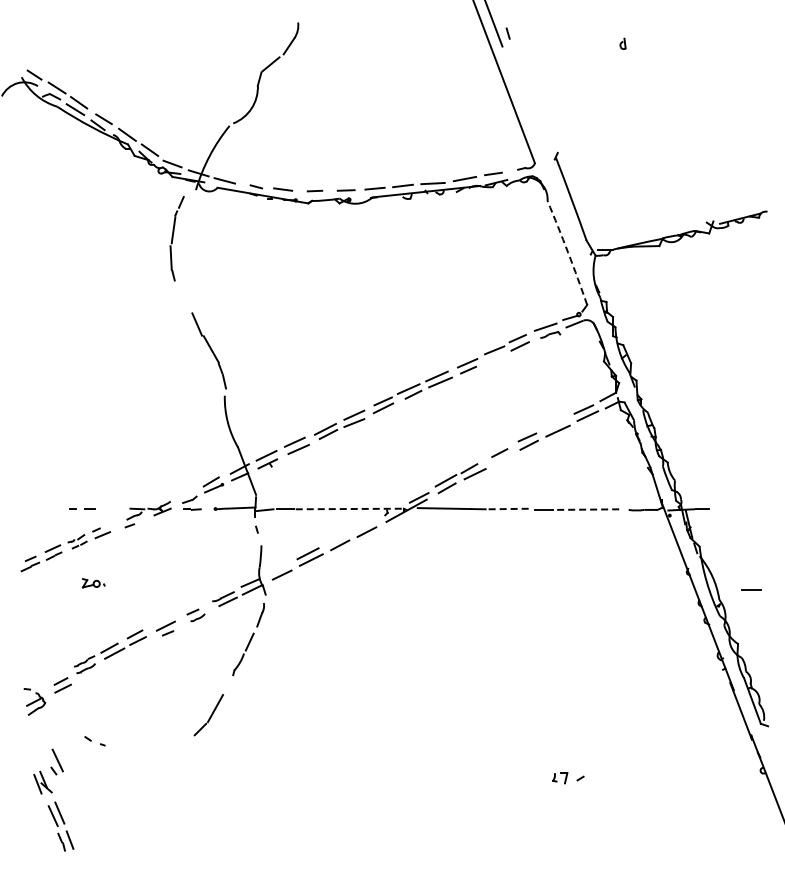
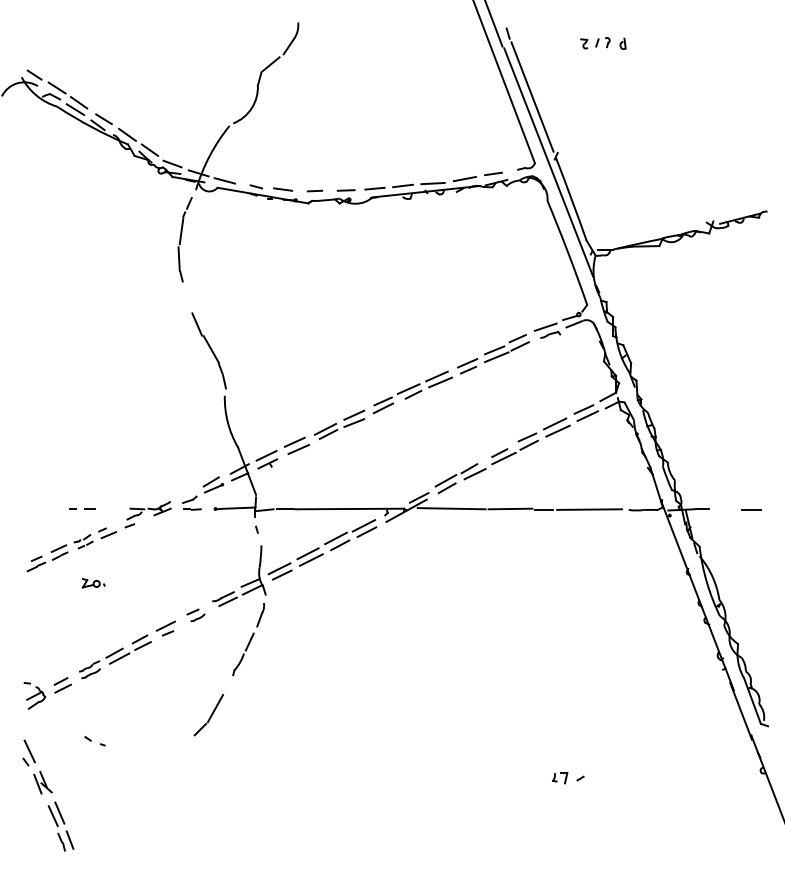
part at (595, 43): none -> present
line at (532, 96): none -> present
line at (548, 162): none -> present
part at (176, 238) position: (176, 238) -> (184, 239)
arc at (568, 252): dashed -> solid
line at (496, 357): none -> present
line at (554, 423): none -> present
line at (503, 458): none -> present
line at (350, 509): dashed -> solid
line at (510, 509): dashed -> solid
line at (590, 509): dashed -> solid
line at (363, 525): none -> present
line at (335, 538): none -> present
part at (65, 549) position: (65, 549) -> (71, 549)
line at (279, 568): none -> present
line at (751, 589) position: (751, 589) -> (751, 509)
part at (110, 651) position: (110, 651) -> (115, 656)
part at (34, 701) position: (34, 701) -> (34, 695)
part at (56, 761) position: (56, 761) -> (28, 752)
